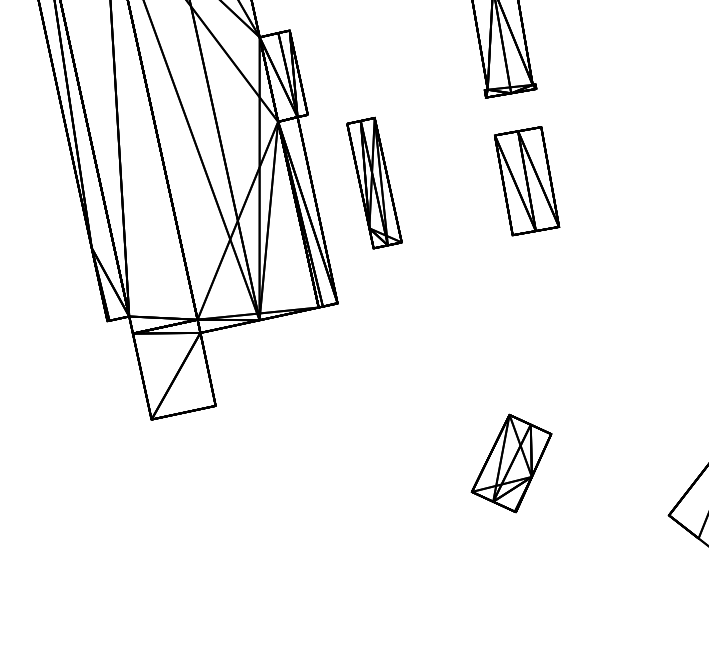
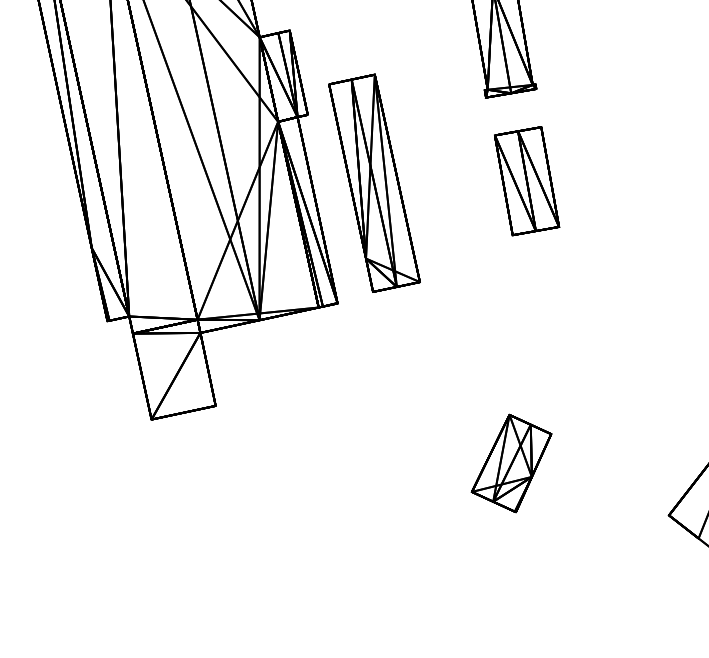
part at (374, 182) size: 57x134 px -> 93x220 px
